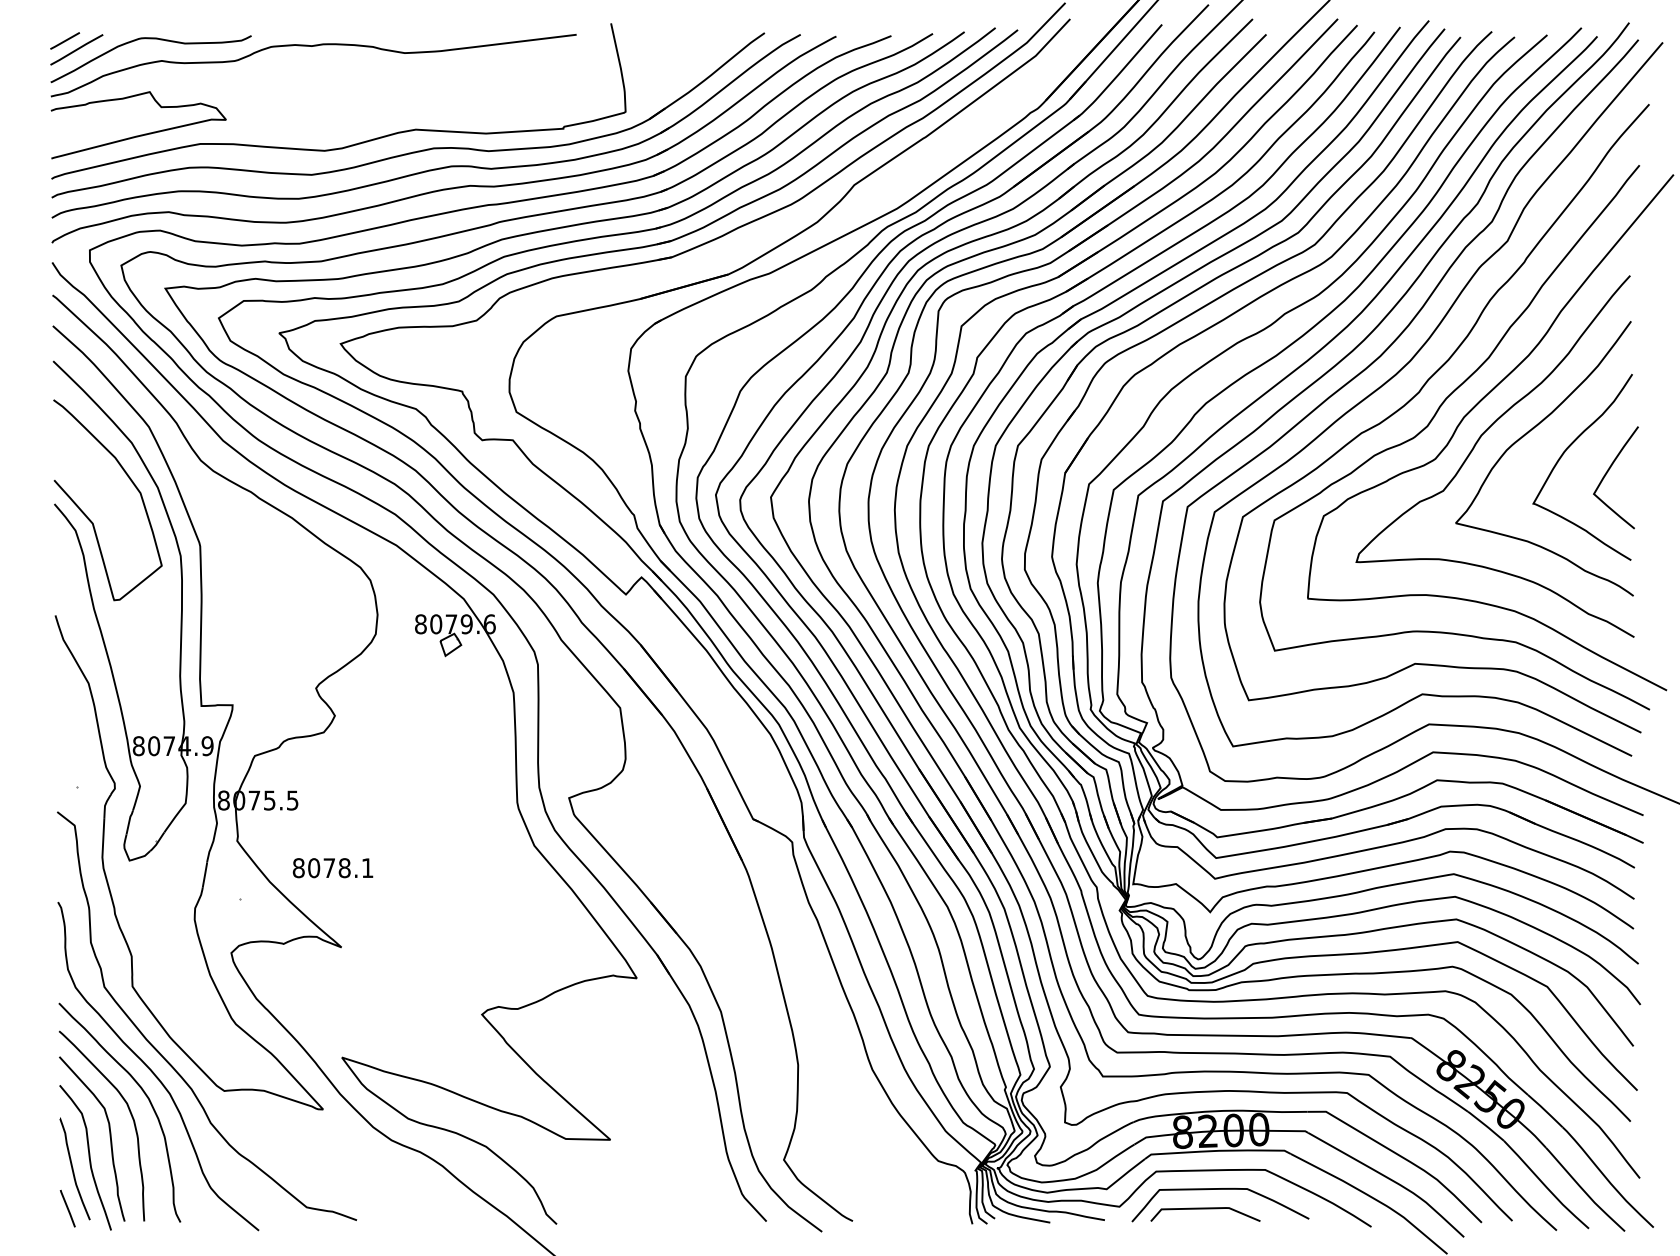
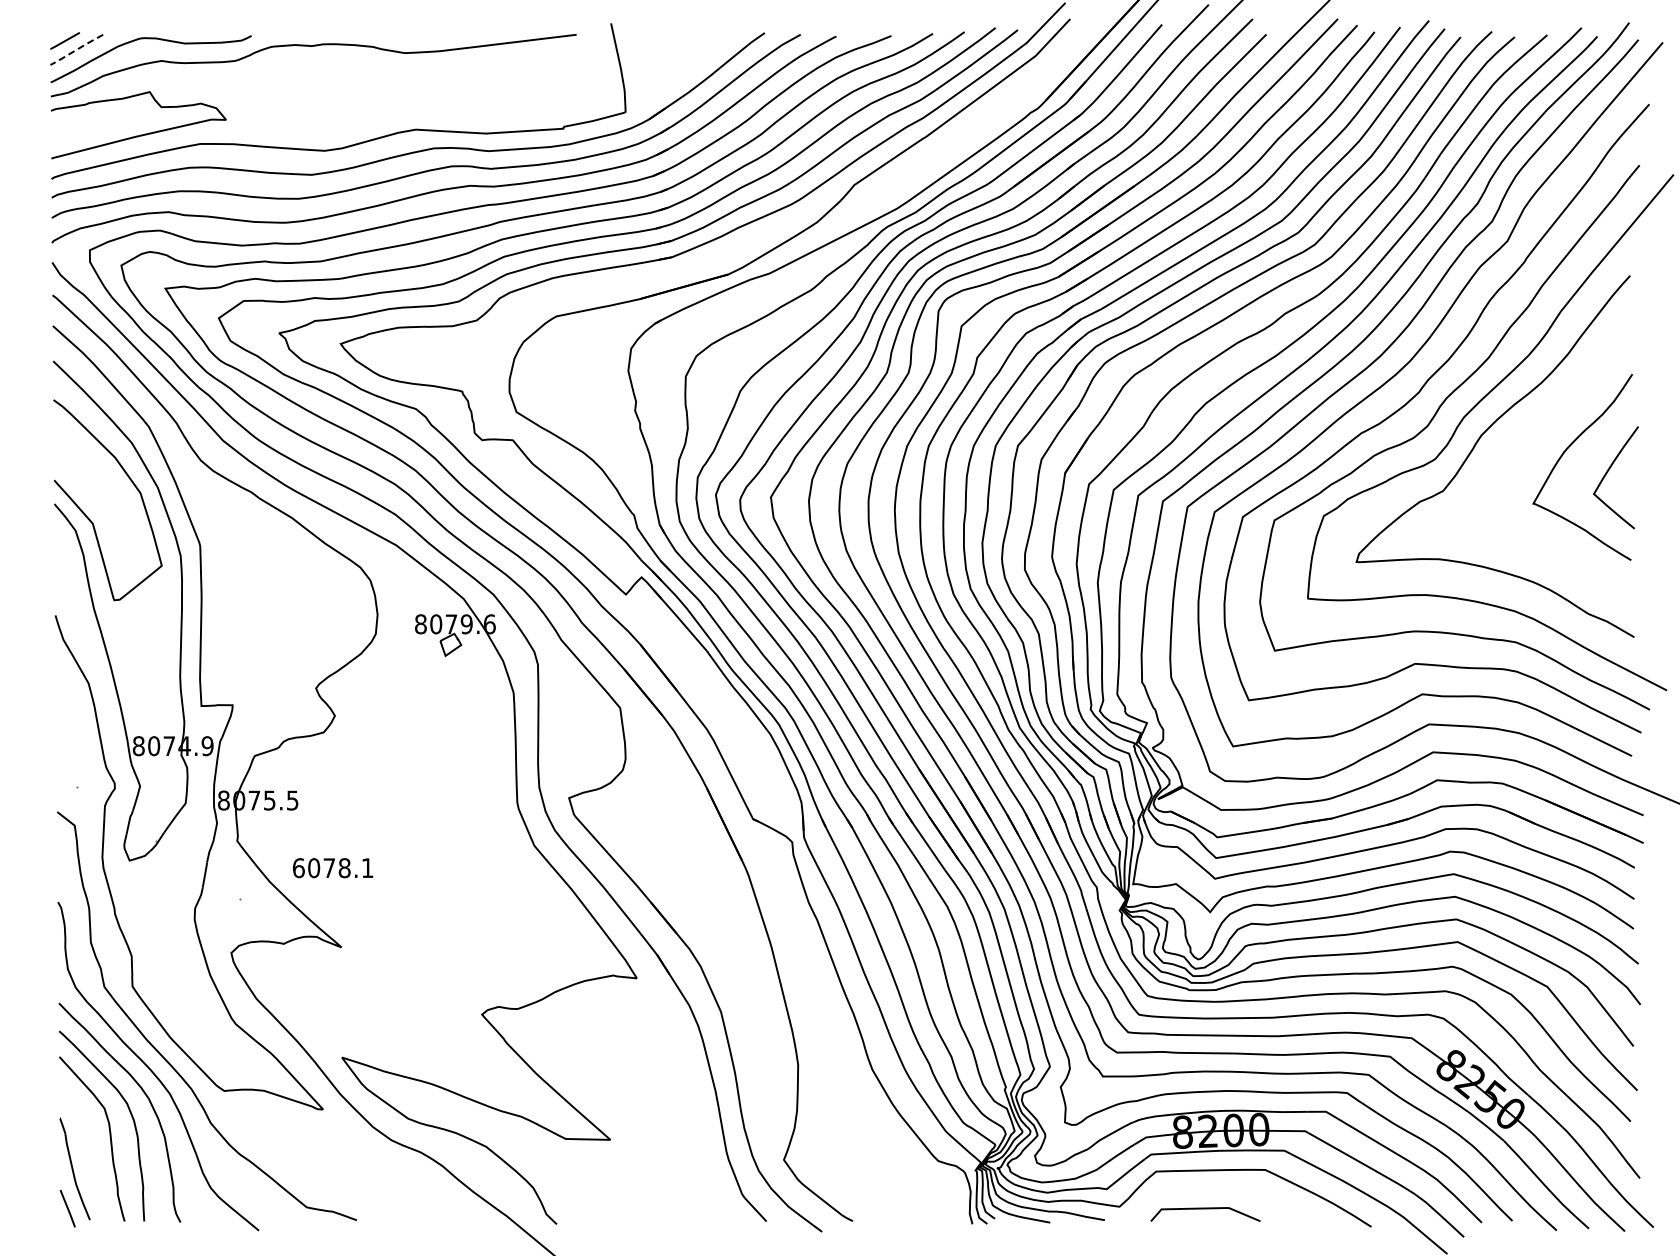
line at (77, 49): solid -> dashed
curve at (1527, 434): present -> none
text at (298, 868): 8078.1 -> 6078.1
curve at (88, 1157): present -> none
curve at (1220, 1189): present -> none
